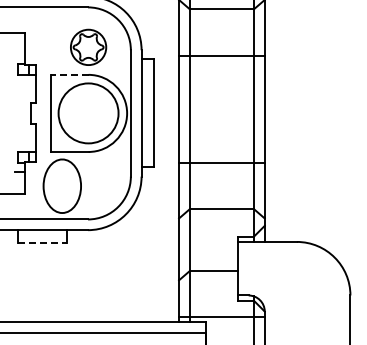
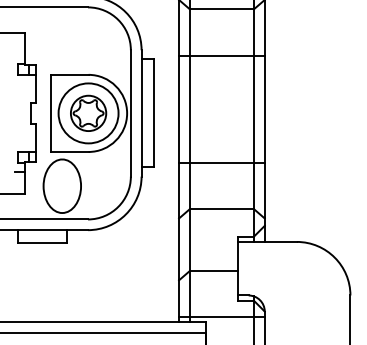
part at (88, 46) position: (88, 46) -> (88, 112)
line at (69, 74): dashed -> solid
line at (43, 243): dashed -> solid
